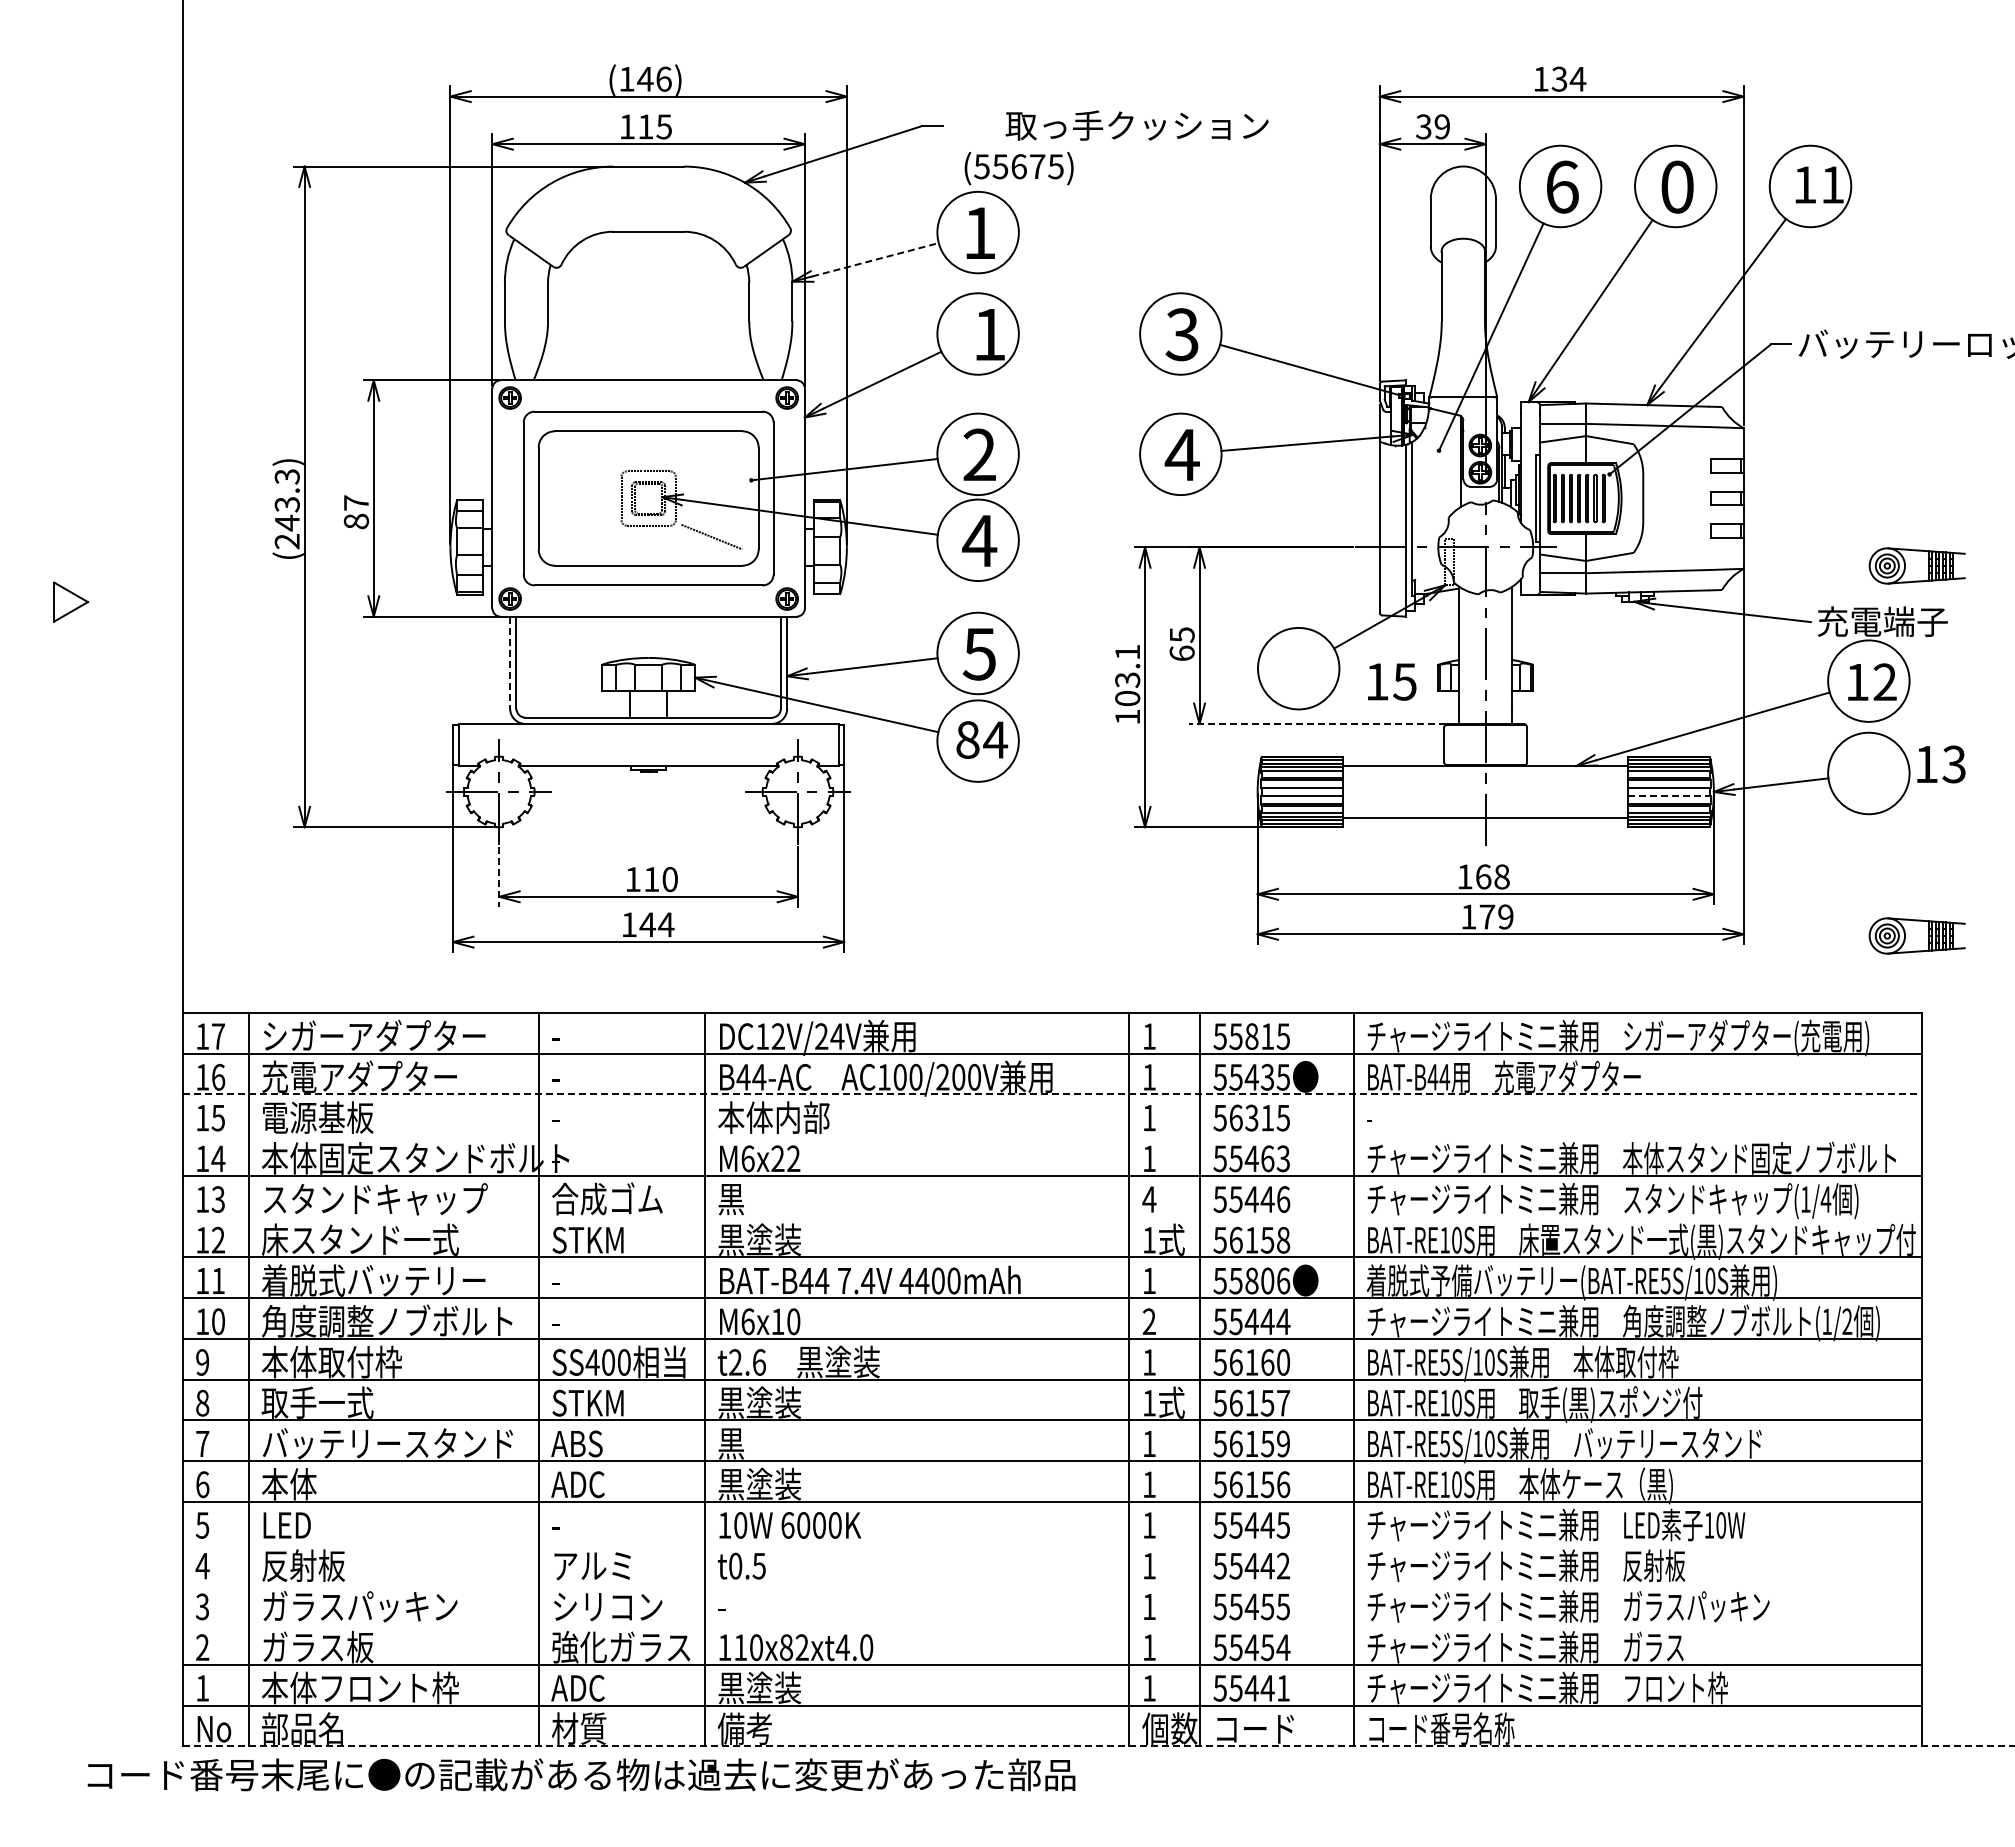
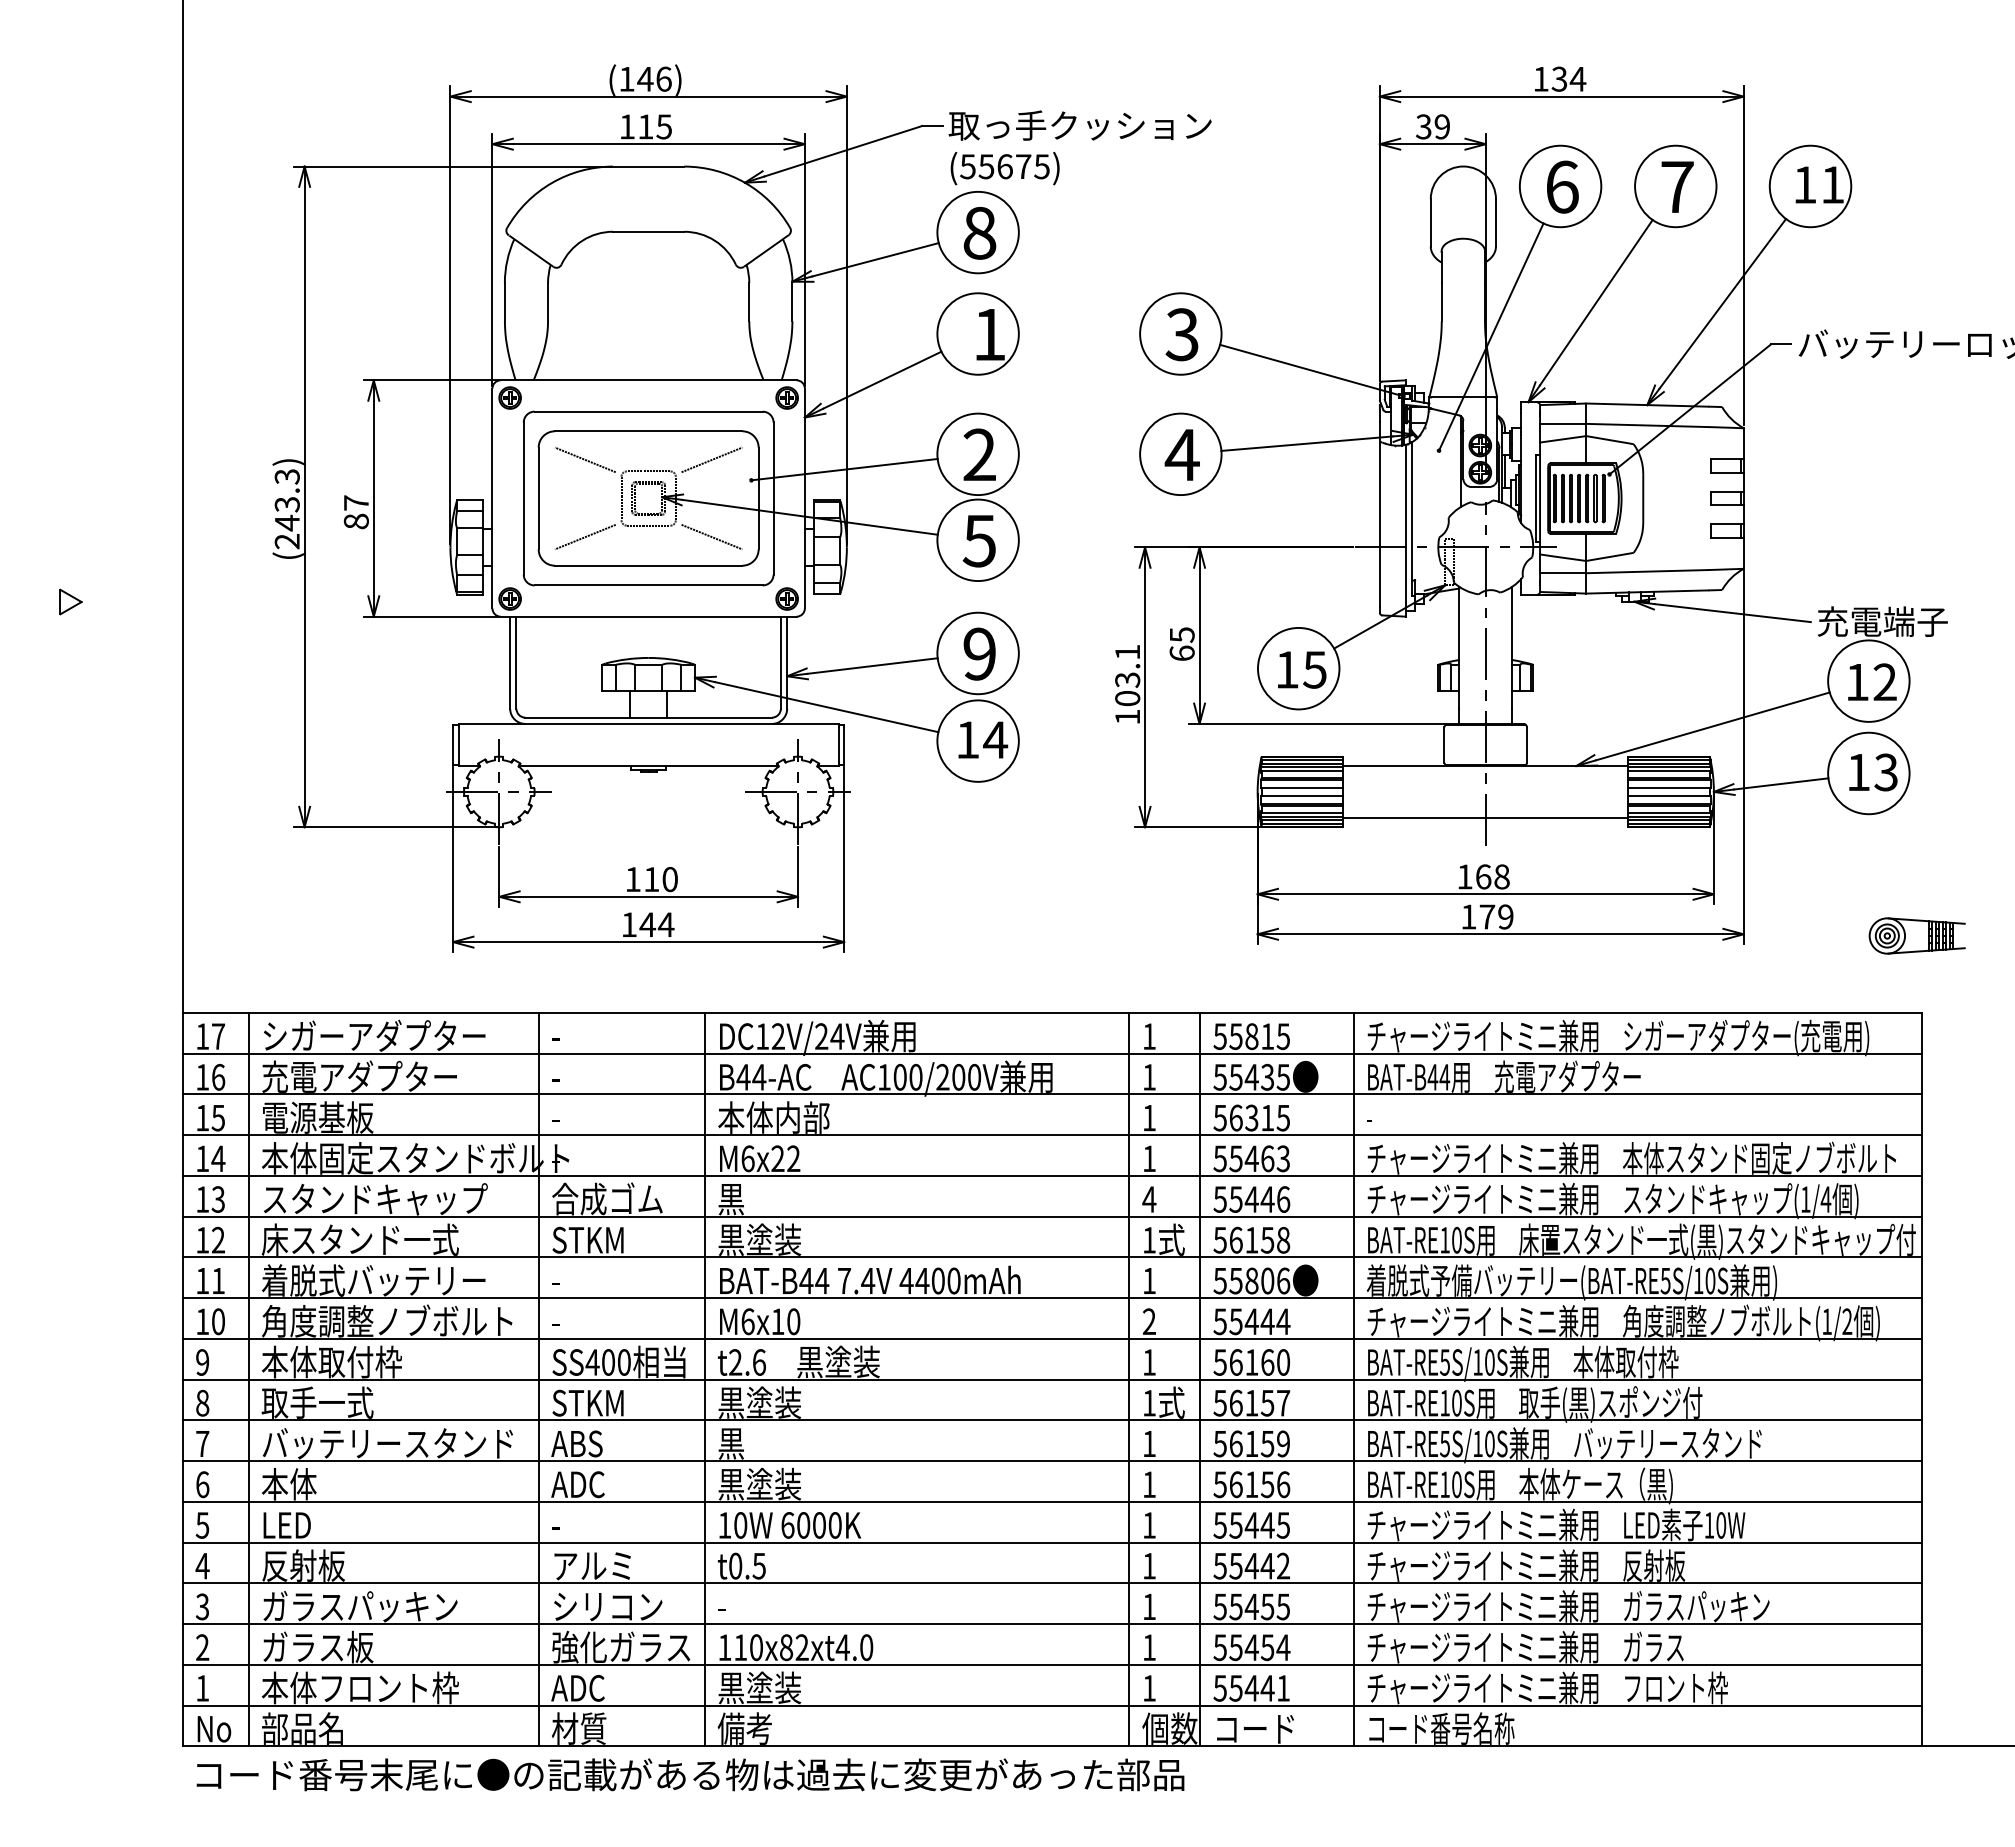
text at (1136, 125) position: (1136, 125) -> (1079, 125)
text at (1018, 168) position: (1018, 168) -> (1004, 168)
text at (1677, 186): 0 -> 7
text at (979, 232): 1 -> 8
line at (875, 259): dashed -> solid
line at (584, 459): none -> present
line at (711, 459): none -> present
line at (584, 536): none -> present
text at (979, 541): 4 -> 5
part at (1916, 565): present -> none
part at (71, 601) size: 37x42 px -> 24x28 px
text at (978, 653): 5 -> 9
line at (510, 663): dashed -> solid
text at (1392, 681) position: (1392, 681) -> (1302, 669)
line at (1317, 723): dashed -> solid
text at (967, 739): 84 -> 14
text at (1941, 764) position: (1941, 764) -> (1873, 772)
line at (1669, 796): dashed -> solid
line at (499, 877): dashed -> solid
line at (1052, 1094): dashed -> solid
line at (1052, 1135): none -> present
line at (1052, 1216): none -> present
line at (1052, 1542): none -> present
line at (1052, 1583): none -> present
line at (1052, 1624): none -> present
line at (1098, 1746): dashed -> solid
text at (581, 1774) position: (581, 1774) -> (690, 1774)
